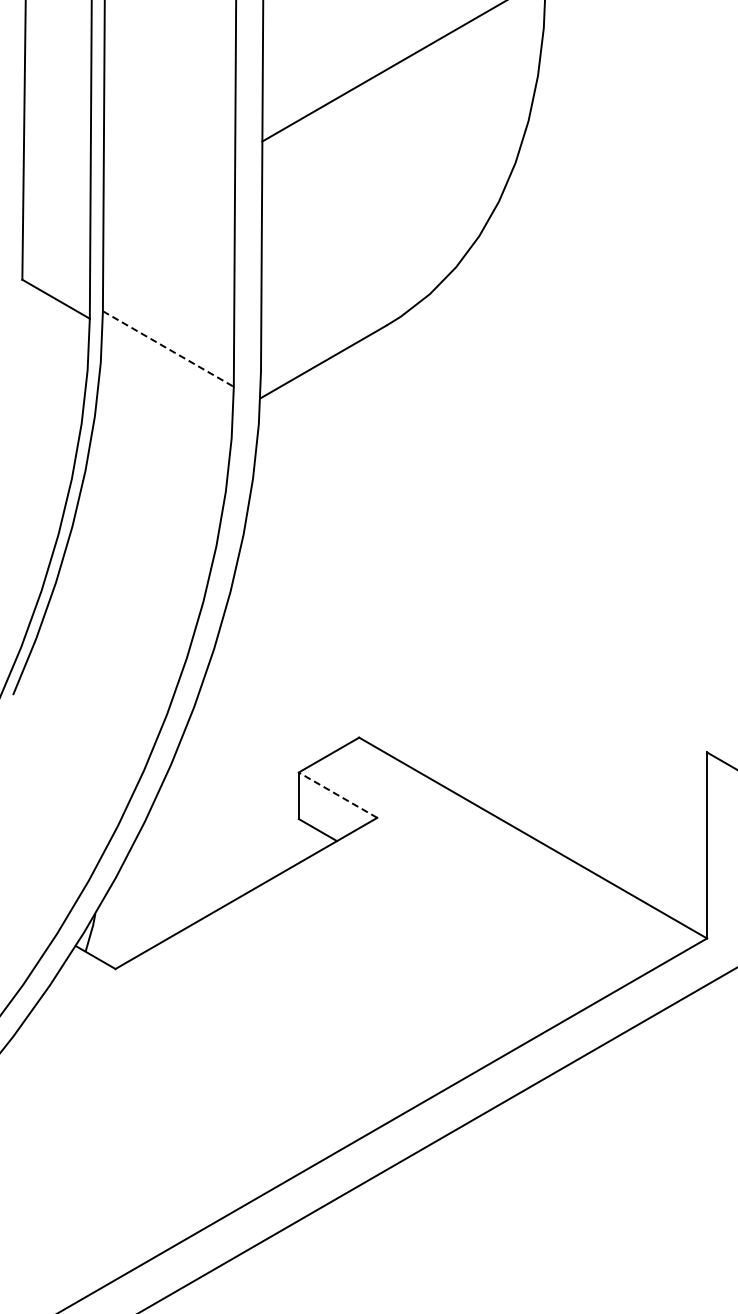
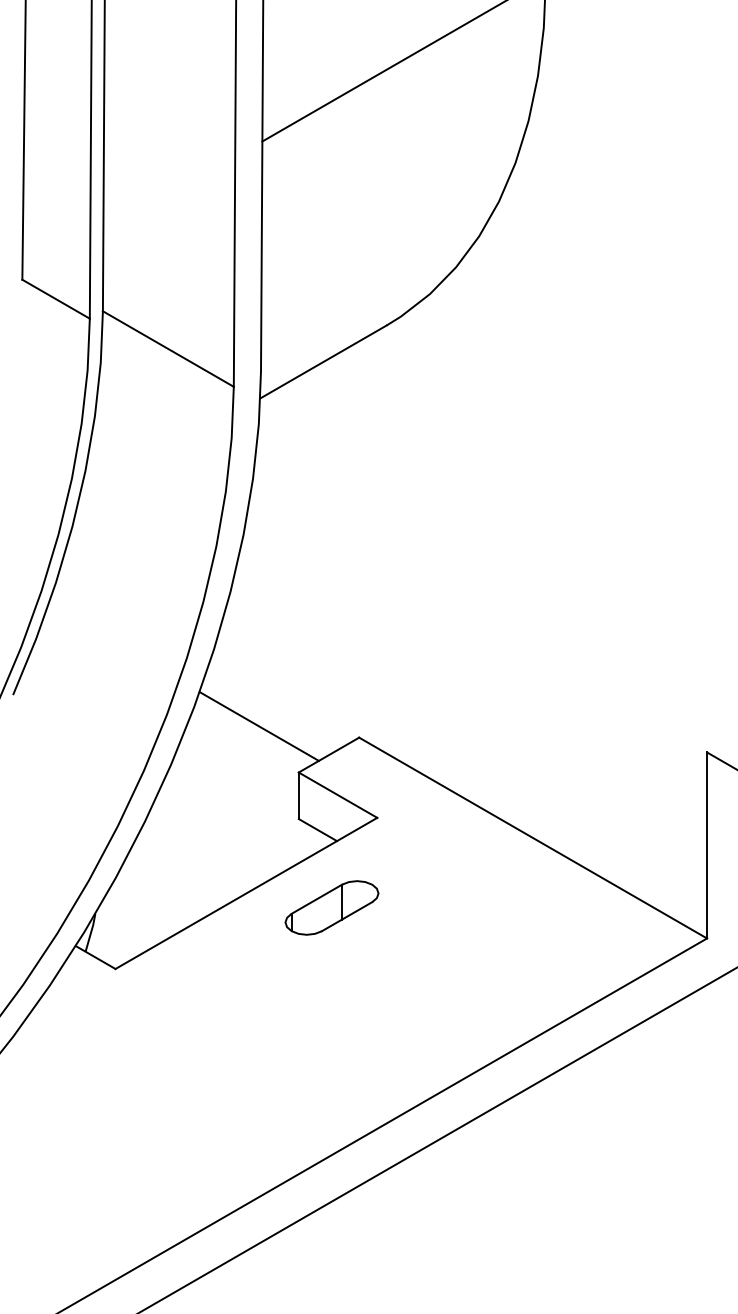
line at (168, 349): dashed -> solid
line at (258, 726): none -> present
line at (337, 794): dashed -> solid
part at (331, 907): none -> present
